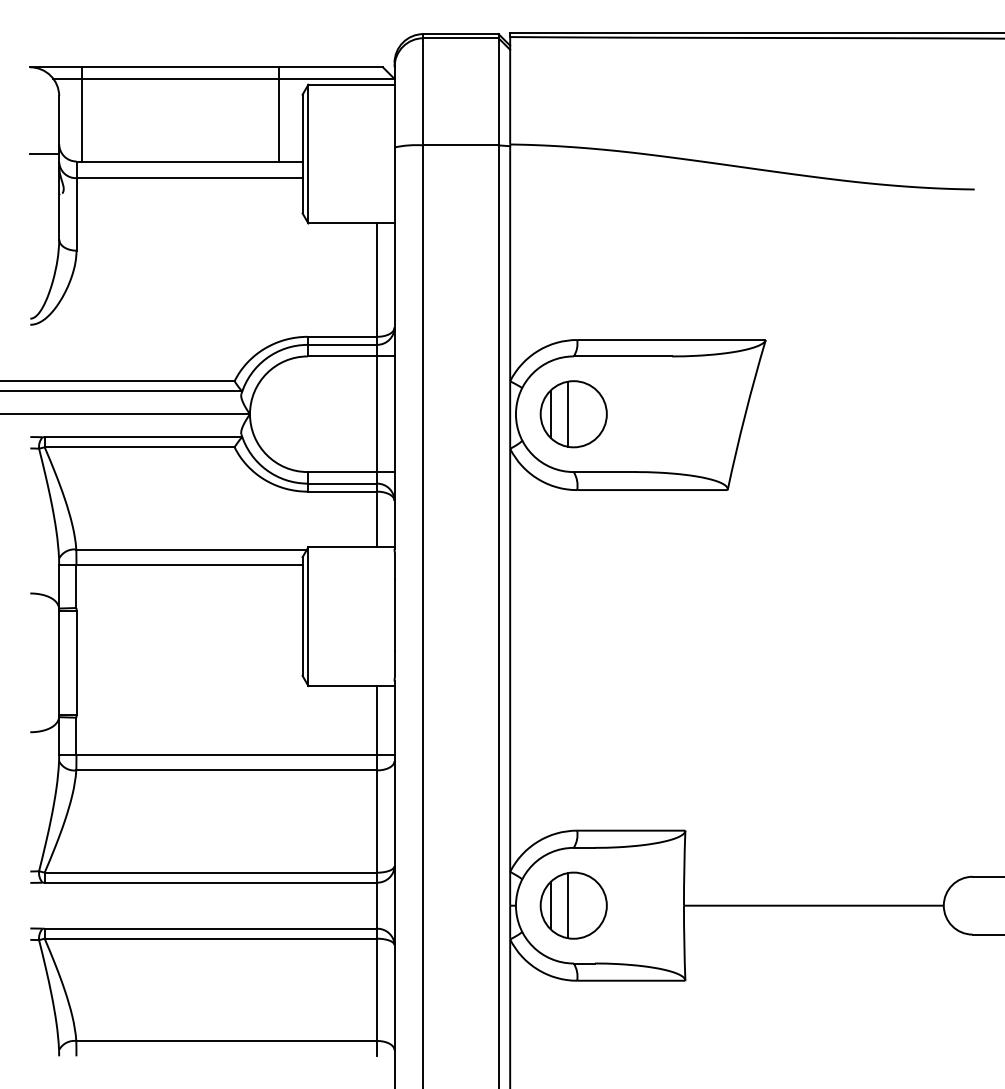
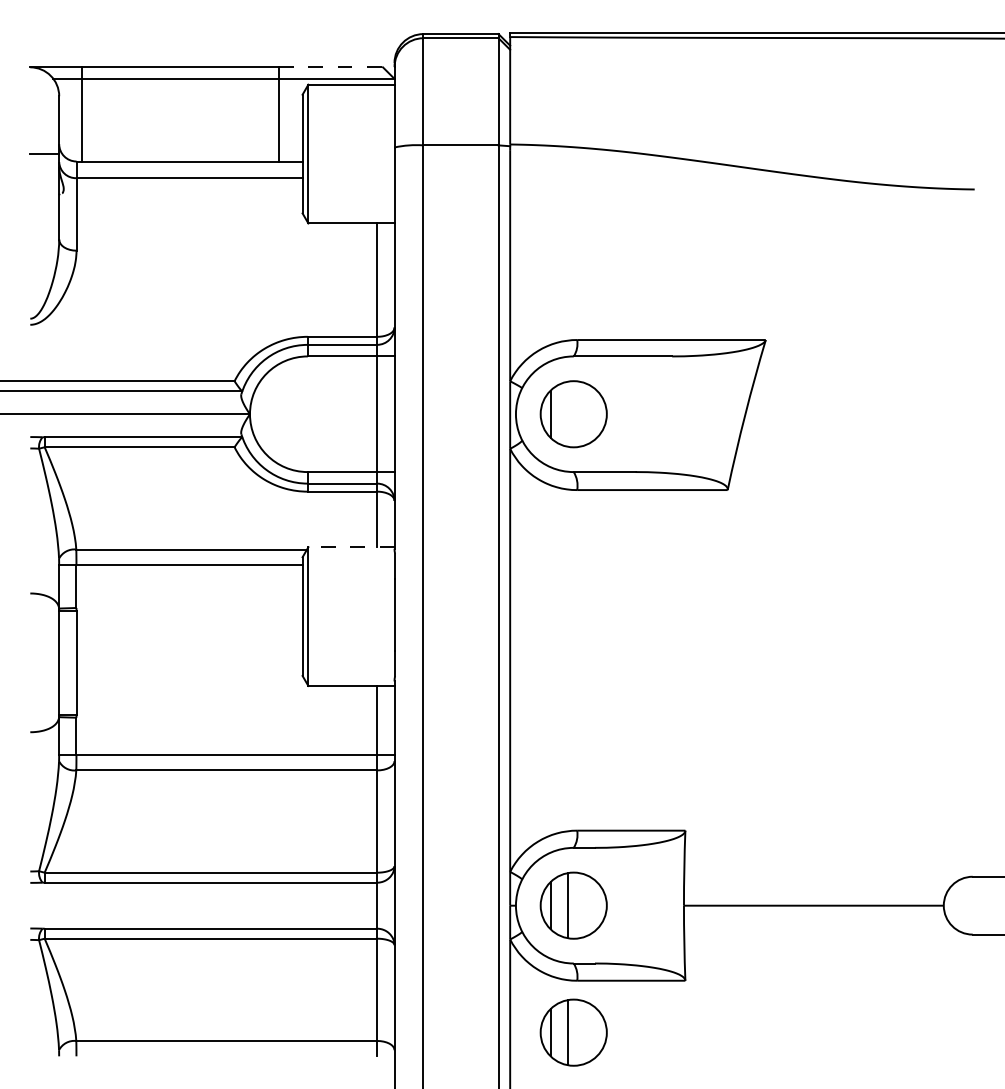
line at (331, 67): solid -> dashed
line at (567, 413): present -> none
line at (350, 547): solid -> dashed
part at (573, 1032): none -> present
